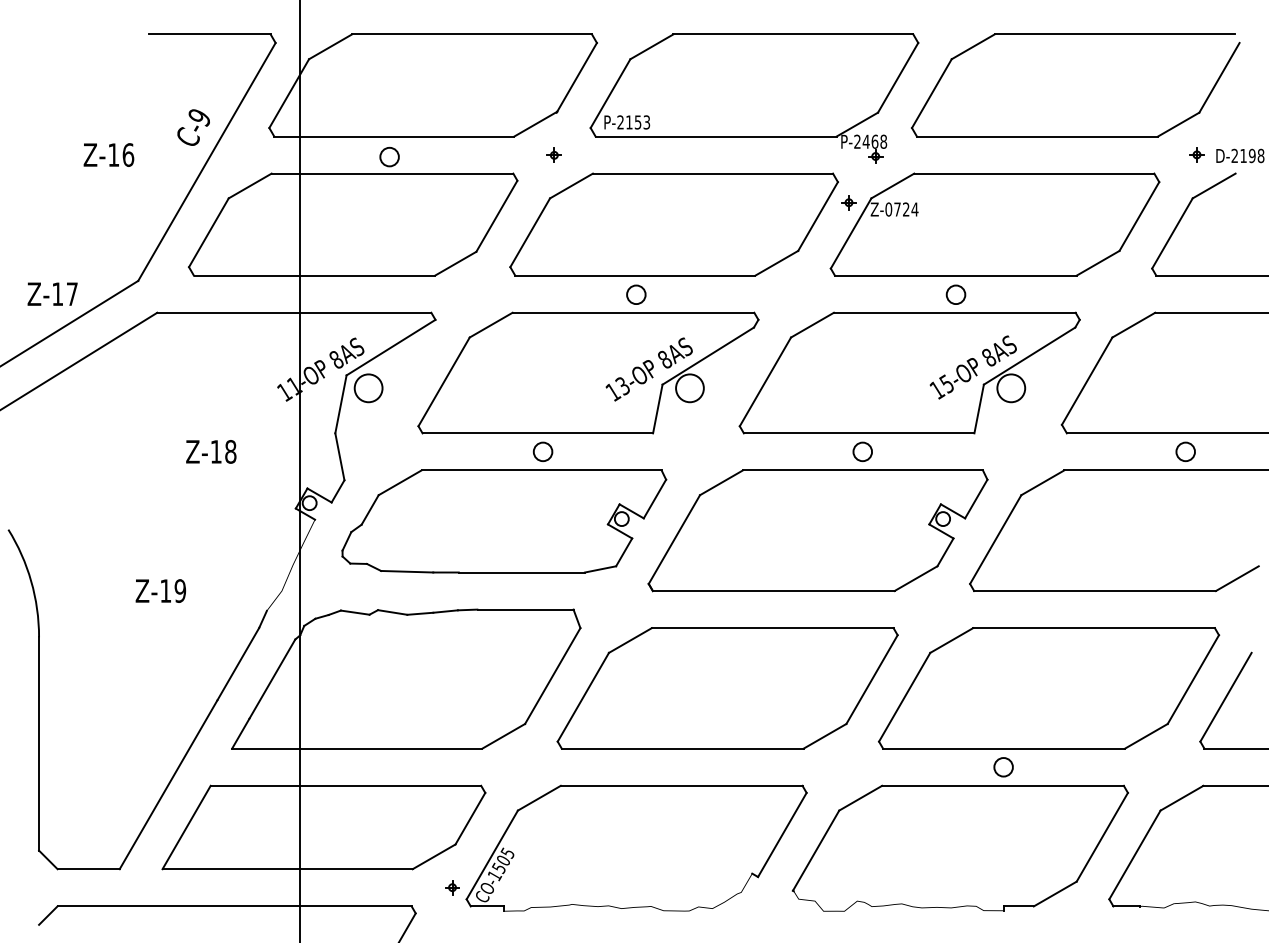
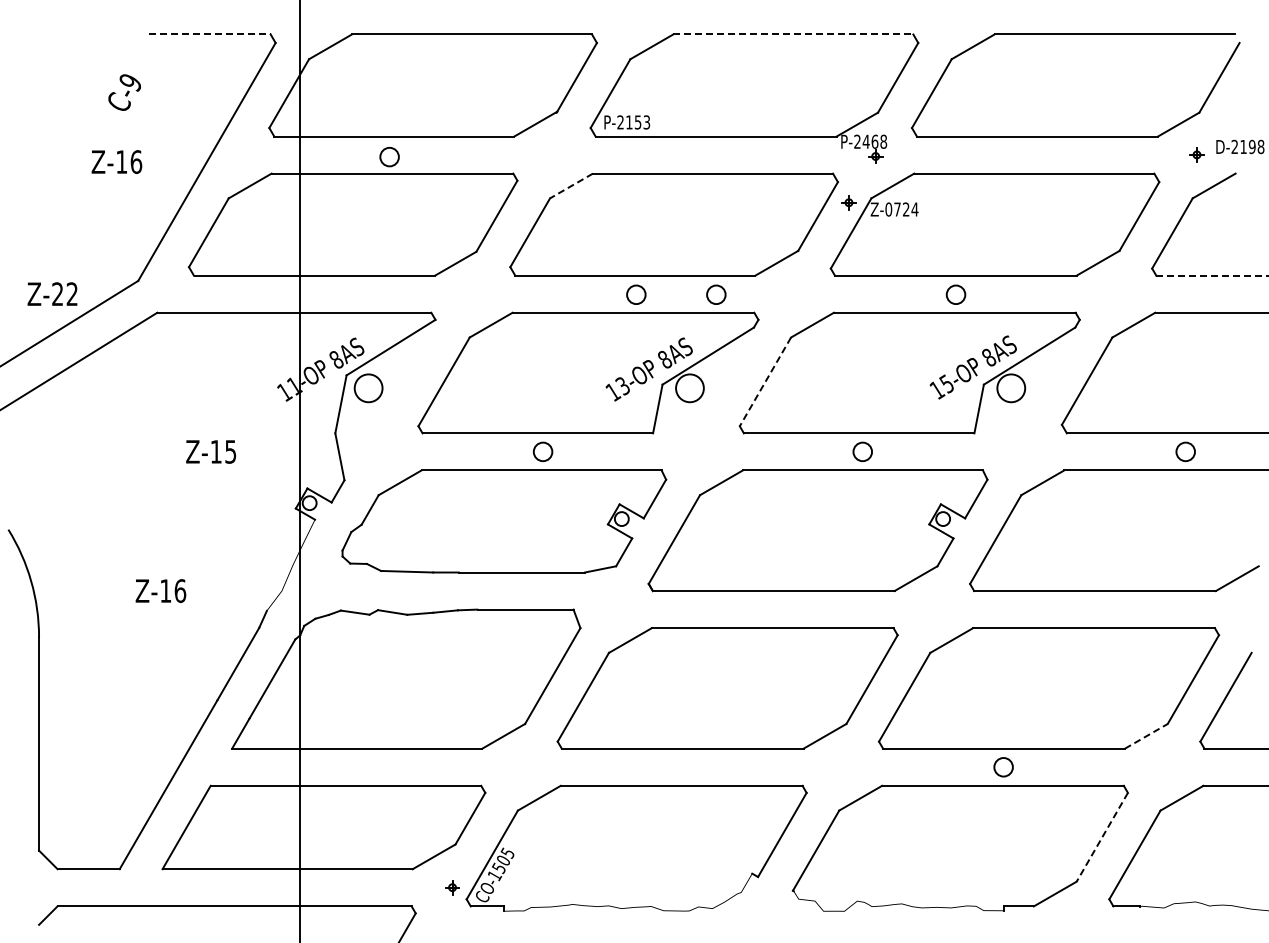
line at (209, 34): solid -> dashed
line at (793, 34): solid -> dashed
text at (193, 127) position: (193, 127) -> (124, 92)
text at (108, 154) position: (108, 154) -> (116, 161)
part at (553, 154): present -> none
text at (1240, 155) position: (1240, 155) -> (1240, 146)
line at (571, 186): solid -> dashed
line at (1212, 275): solid -> dashed
text at (64, 293): Z-17 -> Z-22
circle at (716, 294): none -> present
line at (765, 382): solid -> dashed
text at (230, 451): Z-18 -> Z-15
text at (180, 590): Z-19 -> Z-16
line at (1146, 736): solid -> dashed
line at (1102, 837): solid -> dashed
